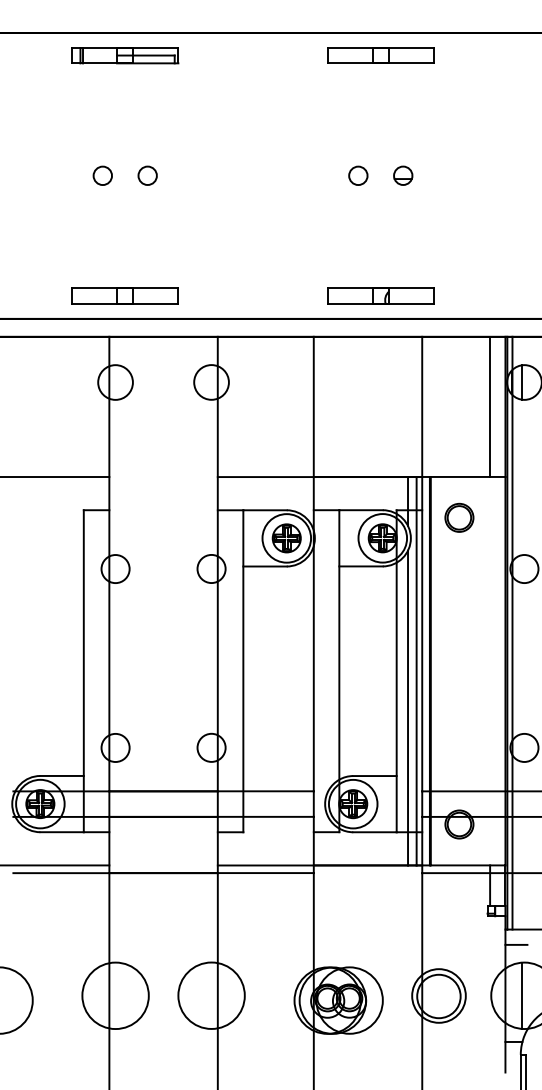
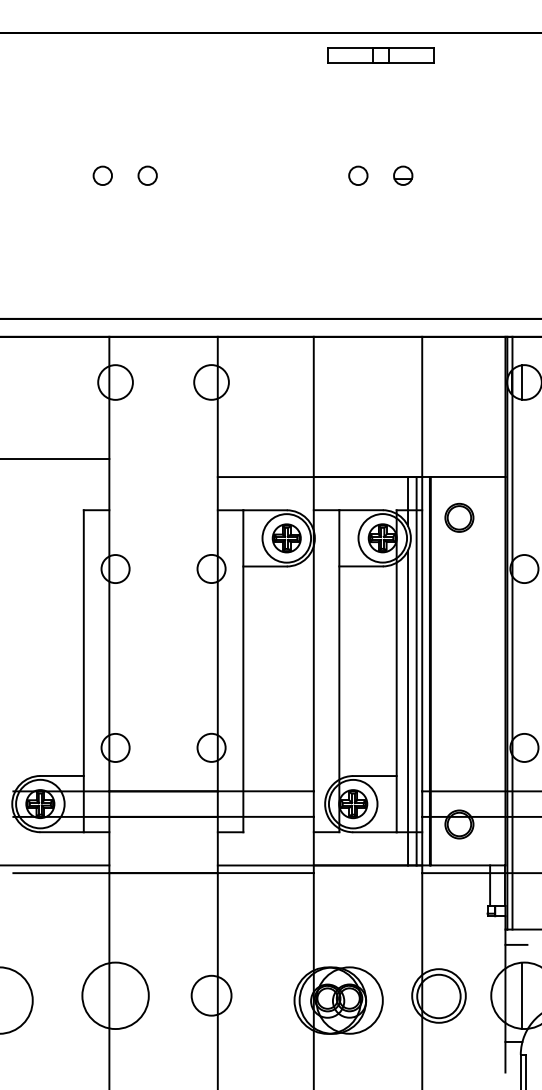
part at (125, 55): present -> none
part at (124, 295): present -> none
part at (380, 295): present -> none
line at (490, 406): present -> none
line at (55, 477) position: (55, 477) -> (55, 459)
circle at (211, 995) diameter: 66 px -> 40 px
